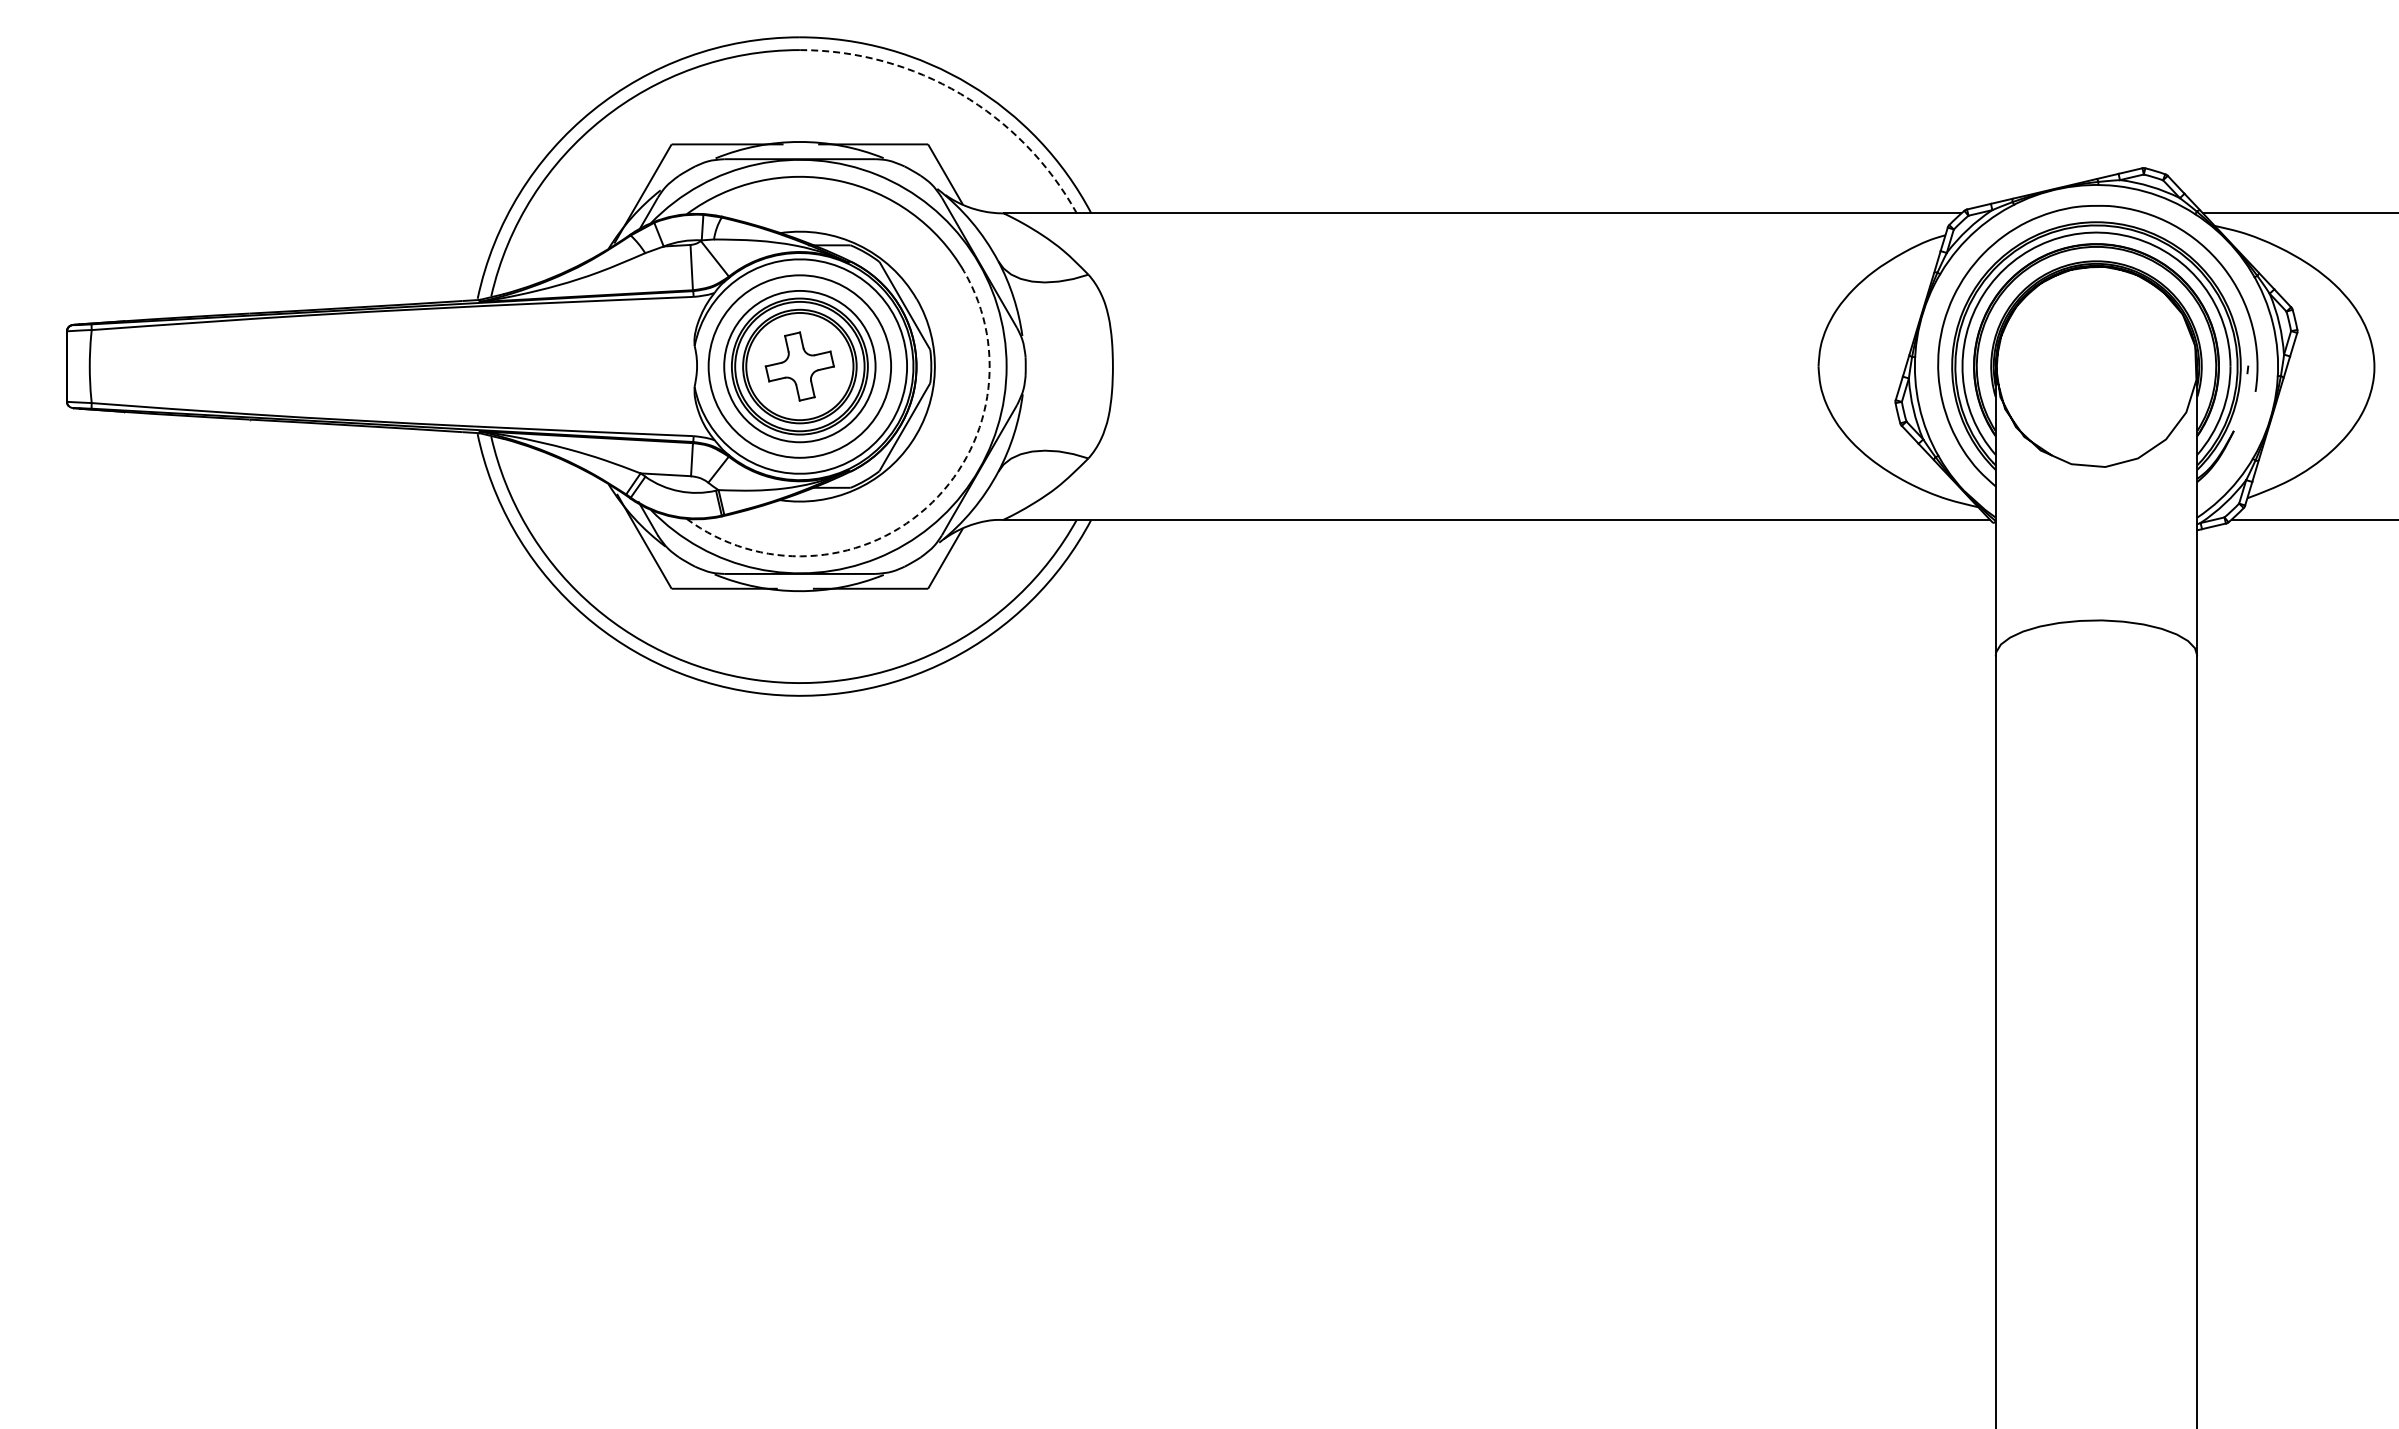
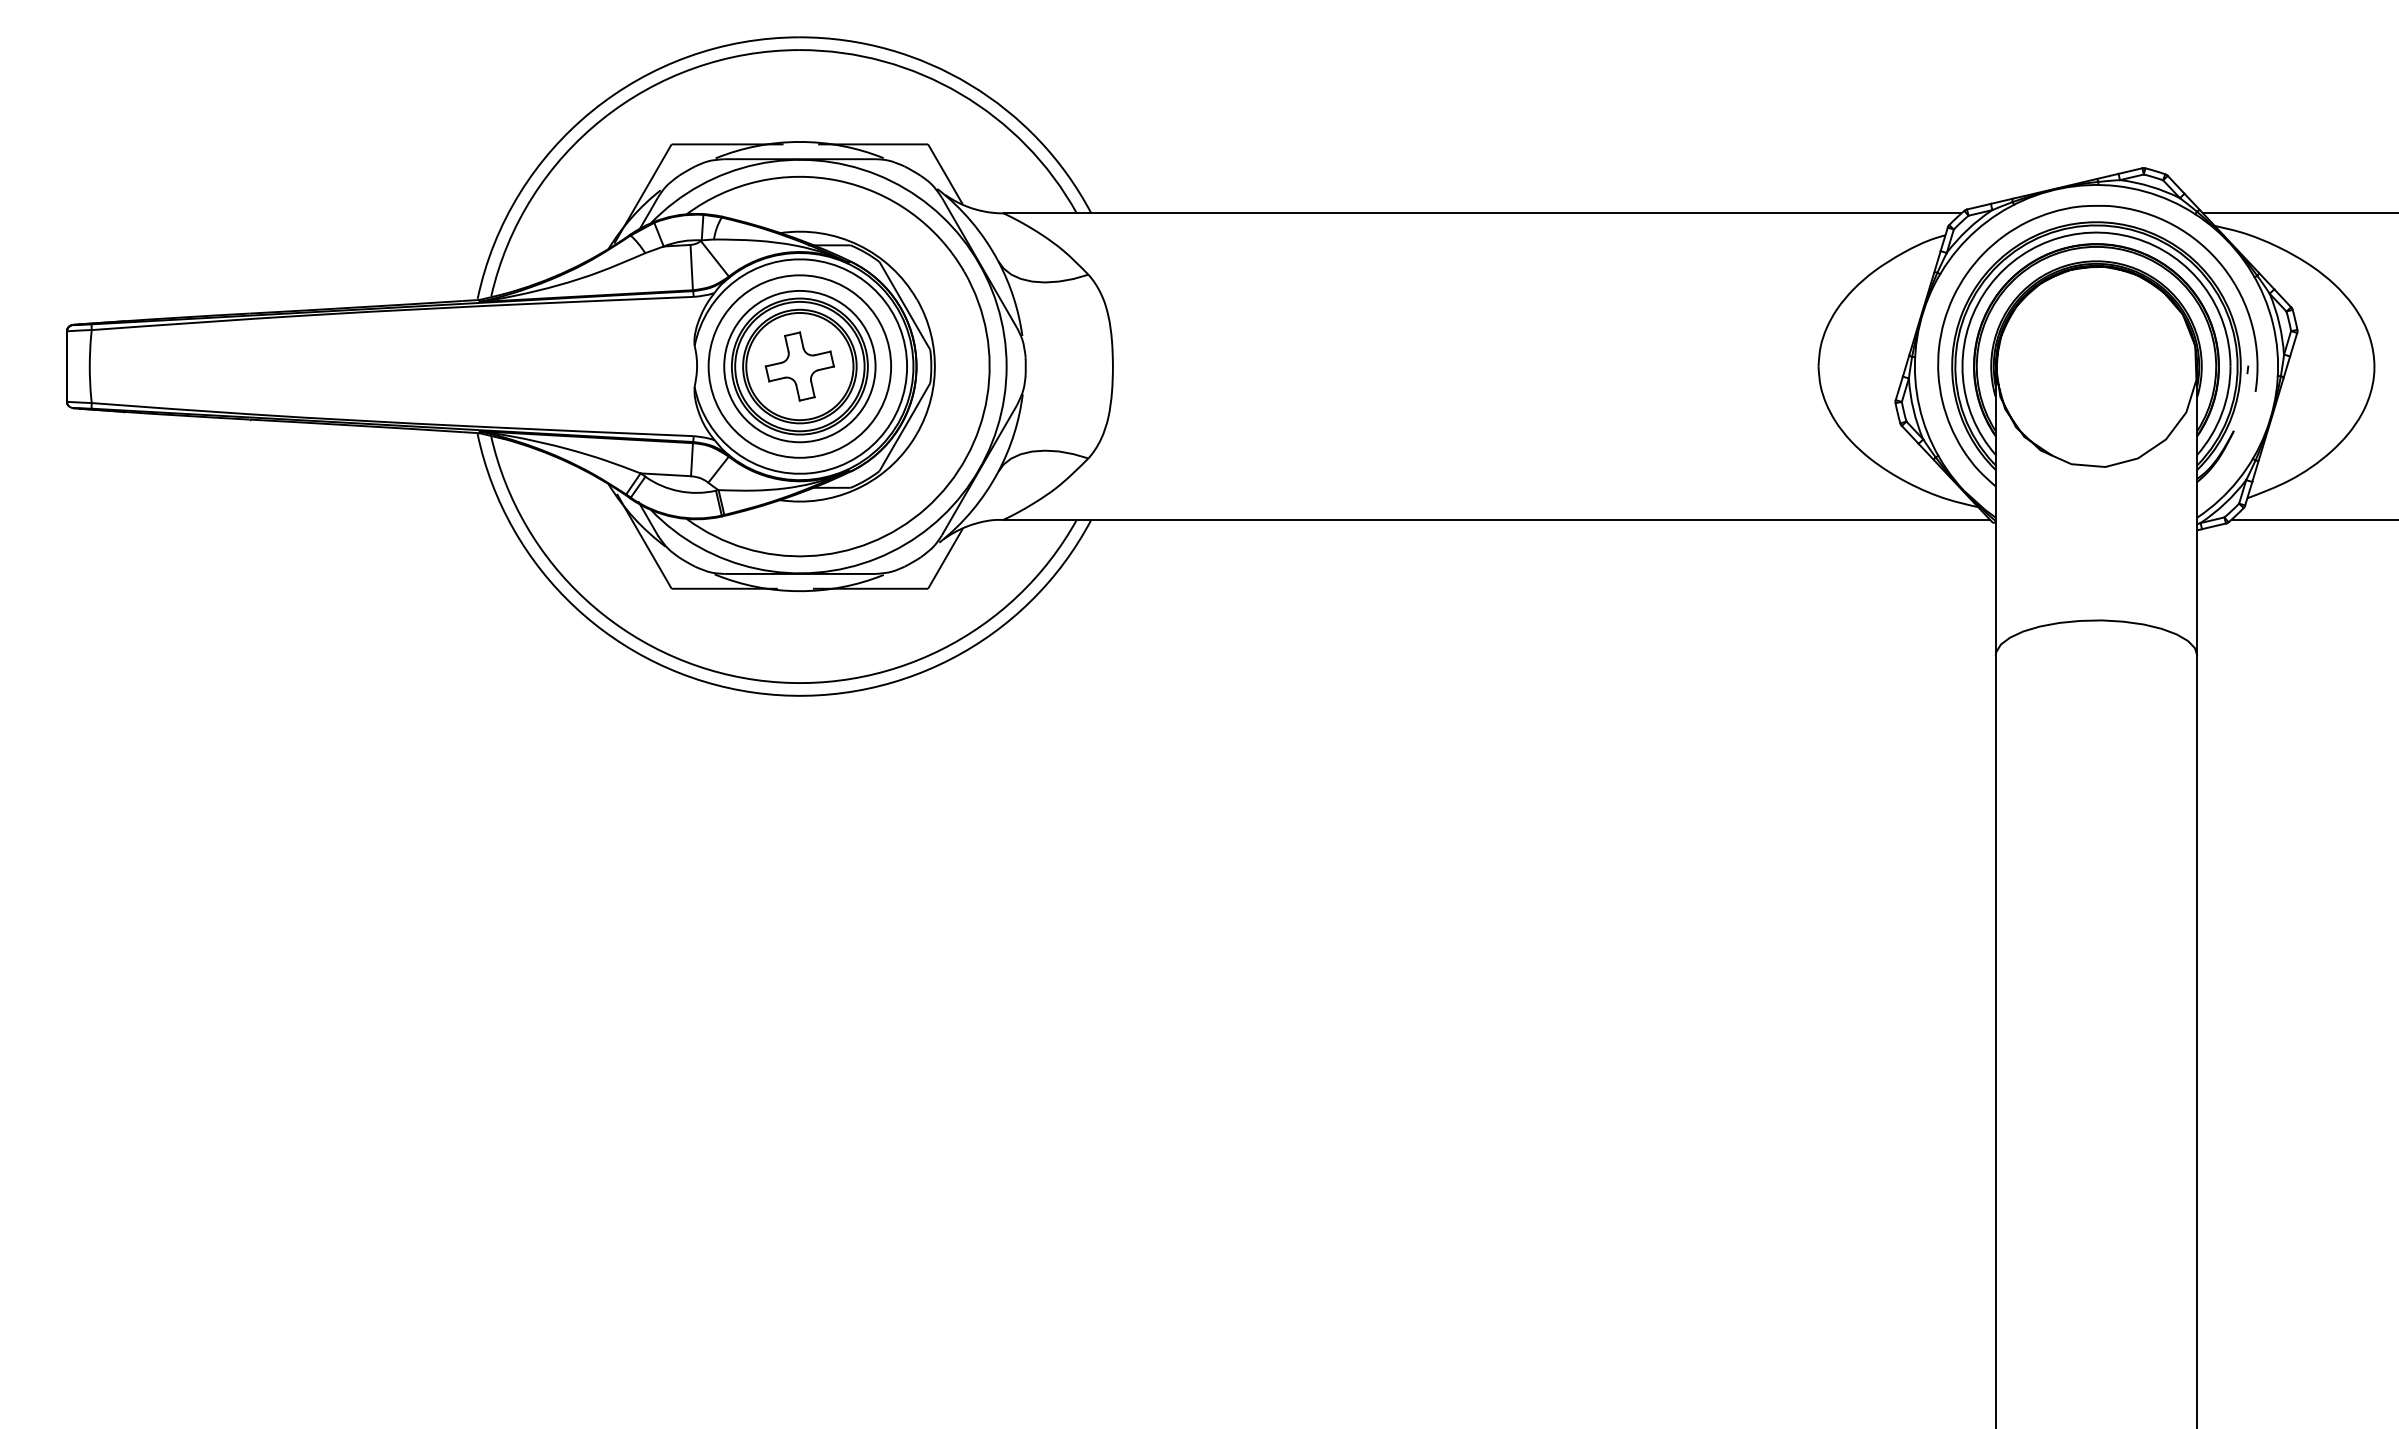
arc at (960, 93): dashed -> solid
arc at (926, 508): dashed -> solid
